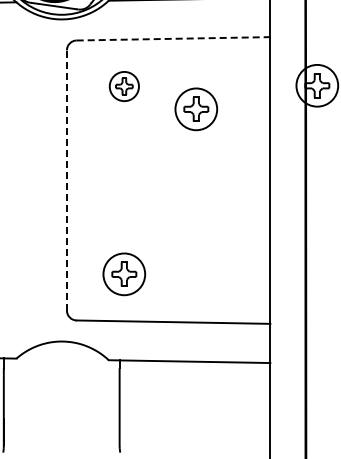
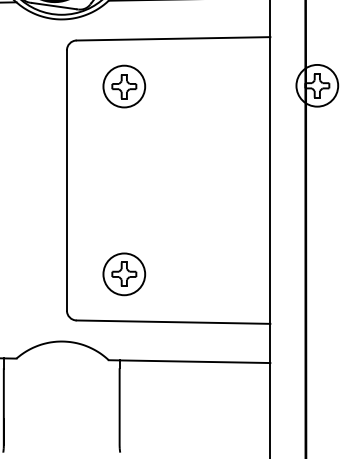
line at (173, 38): dashed -> solid
part at (123, 86) size: 32x31 px -> 45x45 px
part at (196, 109): present -> none
line at (66, 180): dashed -> solid
